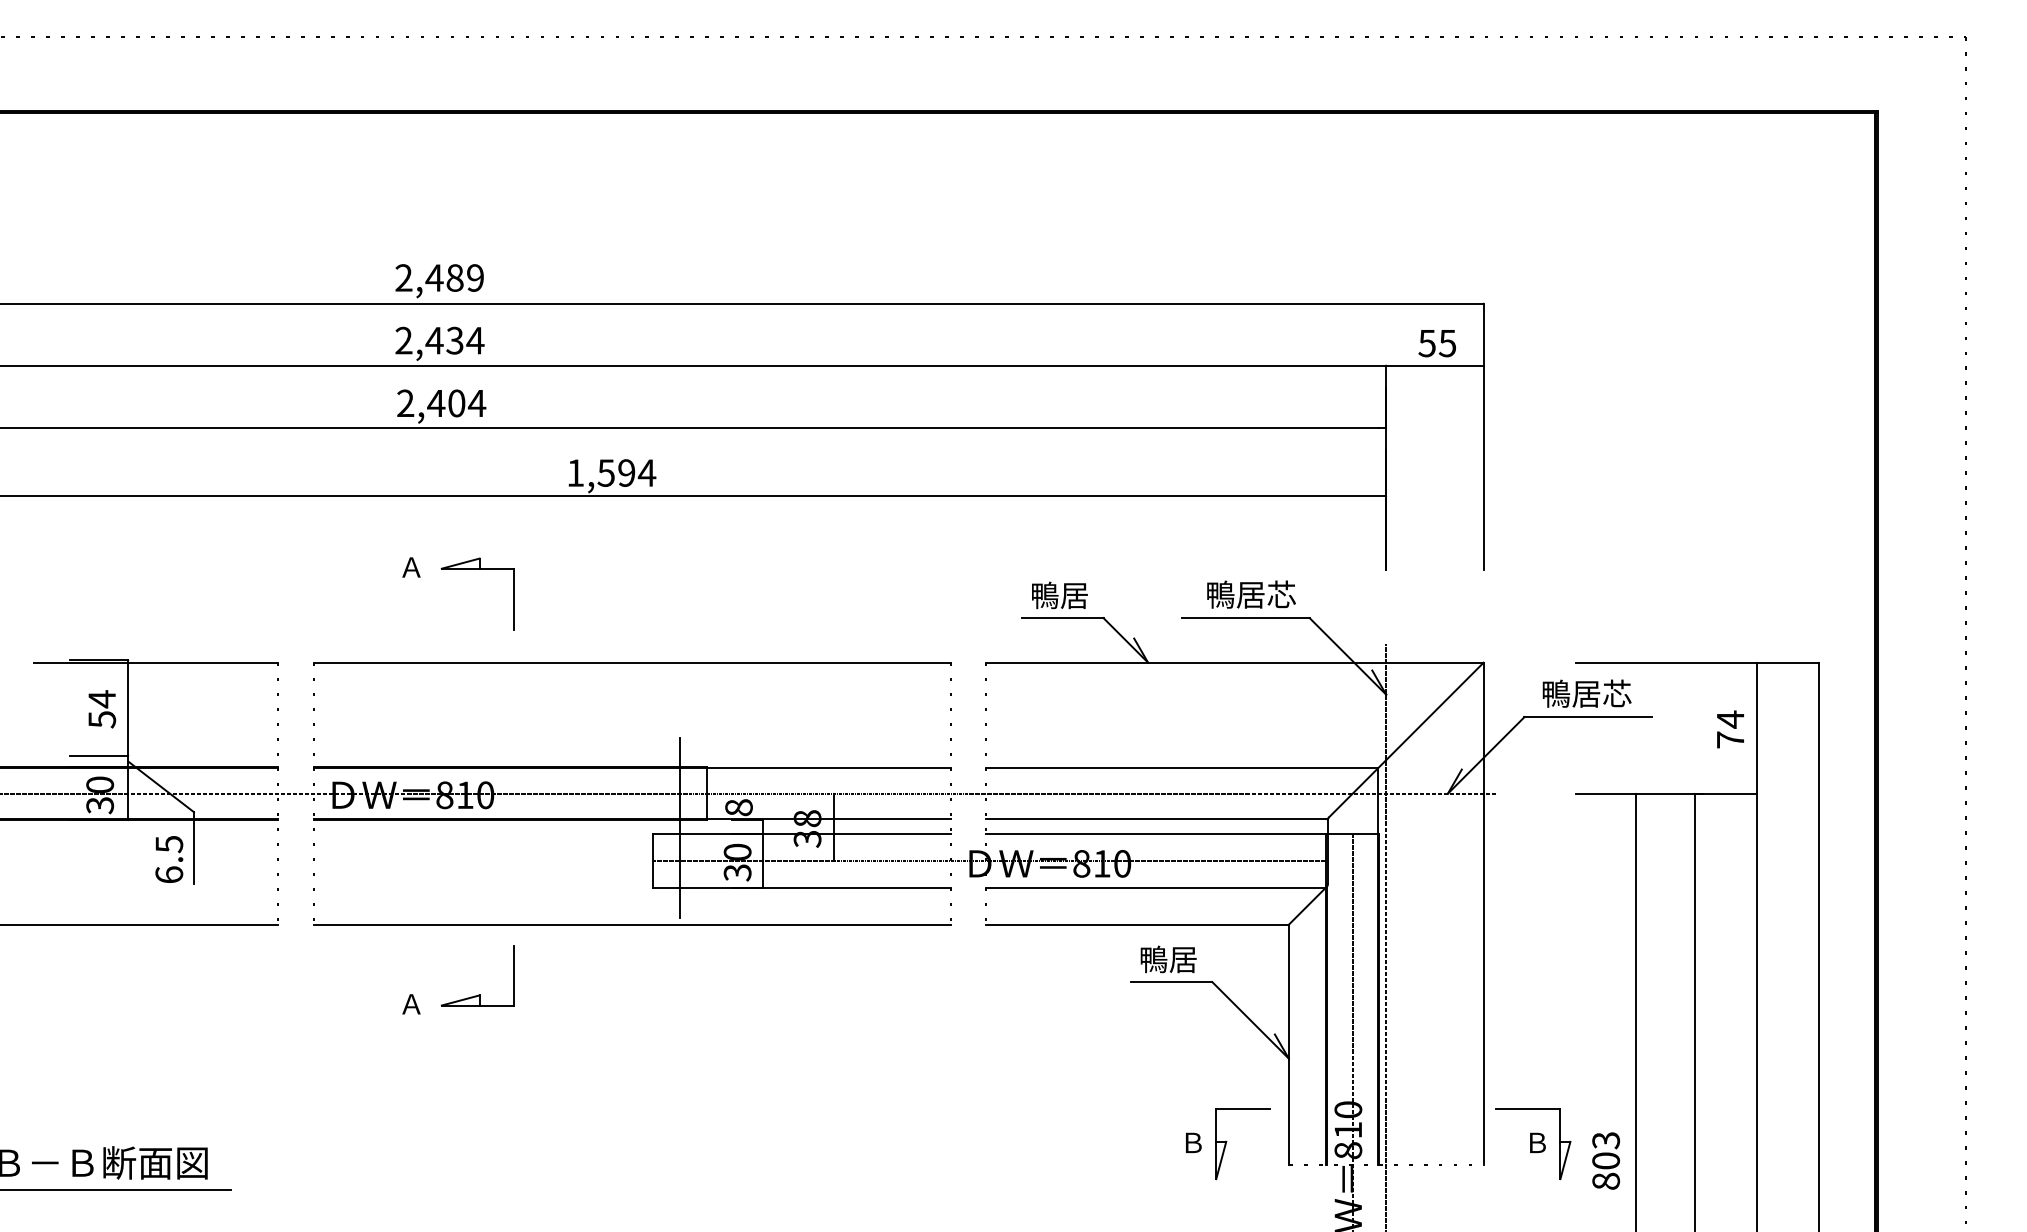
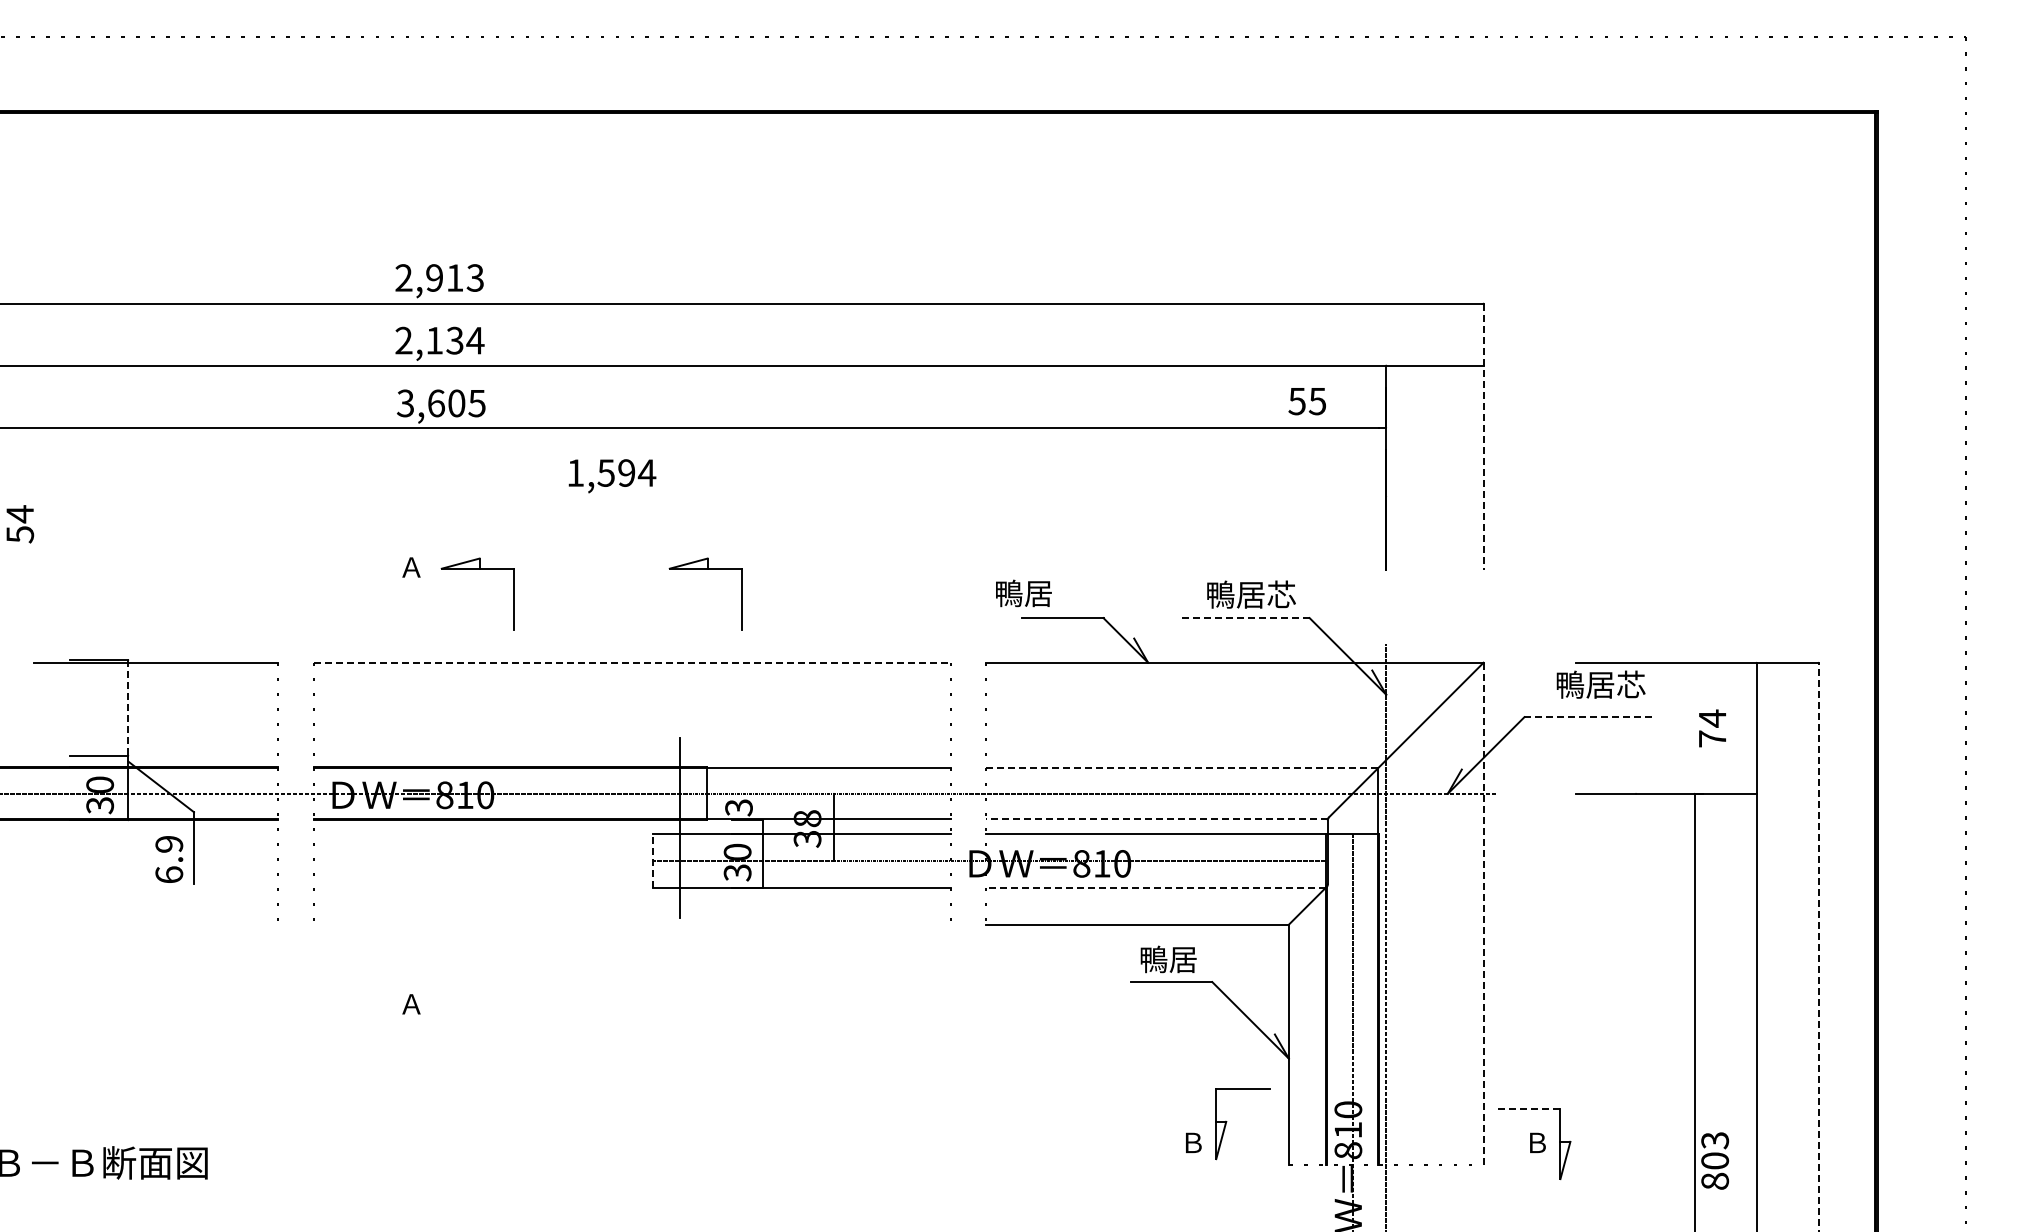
text at (454, 277): 2,489 -> 2,913
text at (434, 340): 2,434 -> 2,134
text at (1436, 343) position: (1436, 343) -> (1306, 401)
text at (441, 403): 2,404 -> 3,605
line at (1483, 437): solid -> dashed
line at (694, 496): present -> none
part at (705, 569): none -> present
text at (1059, 595) position: (1059, 595) -> (1023, 593)
line at (1245, 618): solid -> dashed
line at (632, 662): solid -> dashed
text at (1586, 693) position: (1586, 693) -> (1600, 684)
line at (128, 707): solid -> dashed
text at (102, 709) position: (102, 709) -> (20, 524)
line at (1588, 717): solid -> dashed
text at (1730, 729) position: (1730, 729) -> (1712, 728)
line at (1182, 768): solid -> dashed
text at (738, 807): 8 -> 3
line at (1157, 819): solid -> dashed
text at (169, 844): 6.5 -> 6.9
line at (653, 861): solid -> dashed
line at (1156, 887): solid -> dashed
line at (1483, 913): solid -> dashed
line at (140, 924): present -> none
line at (631, 924): present -> none
line at (1818, 946): solid -> dashed
part at (478, 994): present -> none
line at (1636, 1010): present -> none
line at (1527, 1108): solid -> dashed
part at (1227, 1141) position: (1227, 1141) -> (1227, 1121)
text at (1606, 1160) position: (1606, 1160) -> (1715, 1160)
line at (116, 1190): present -> none
